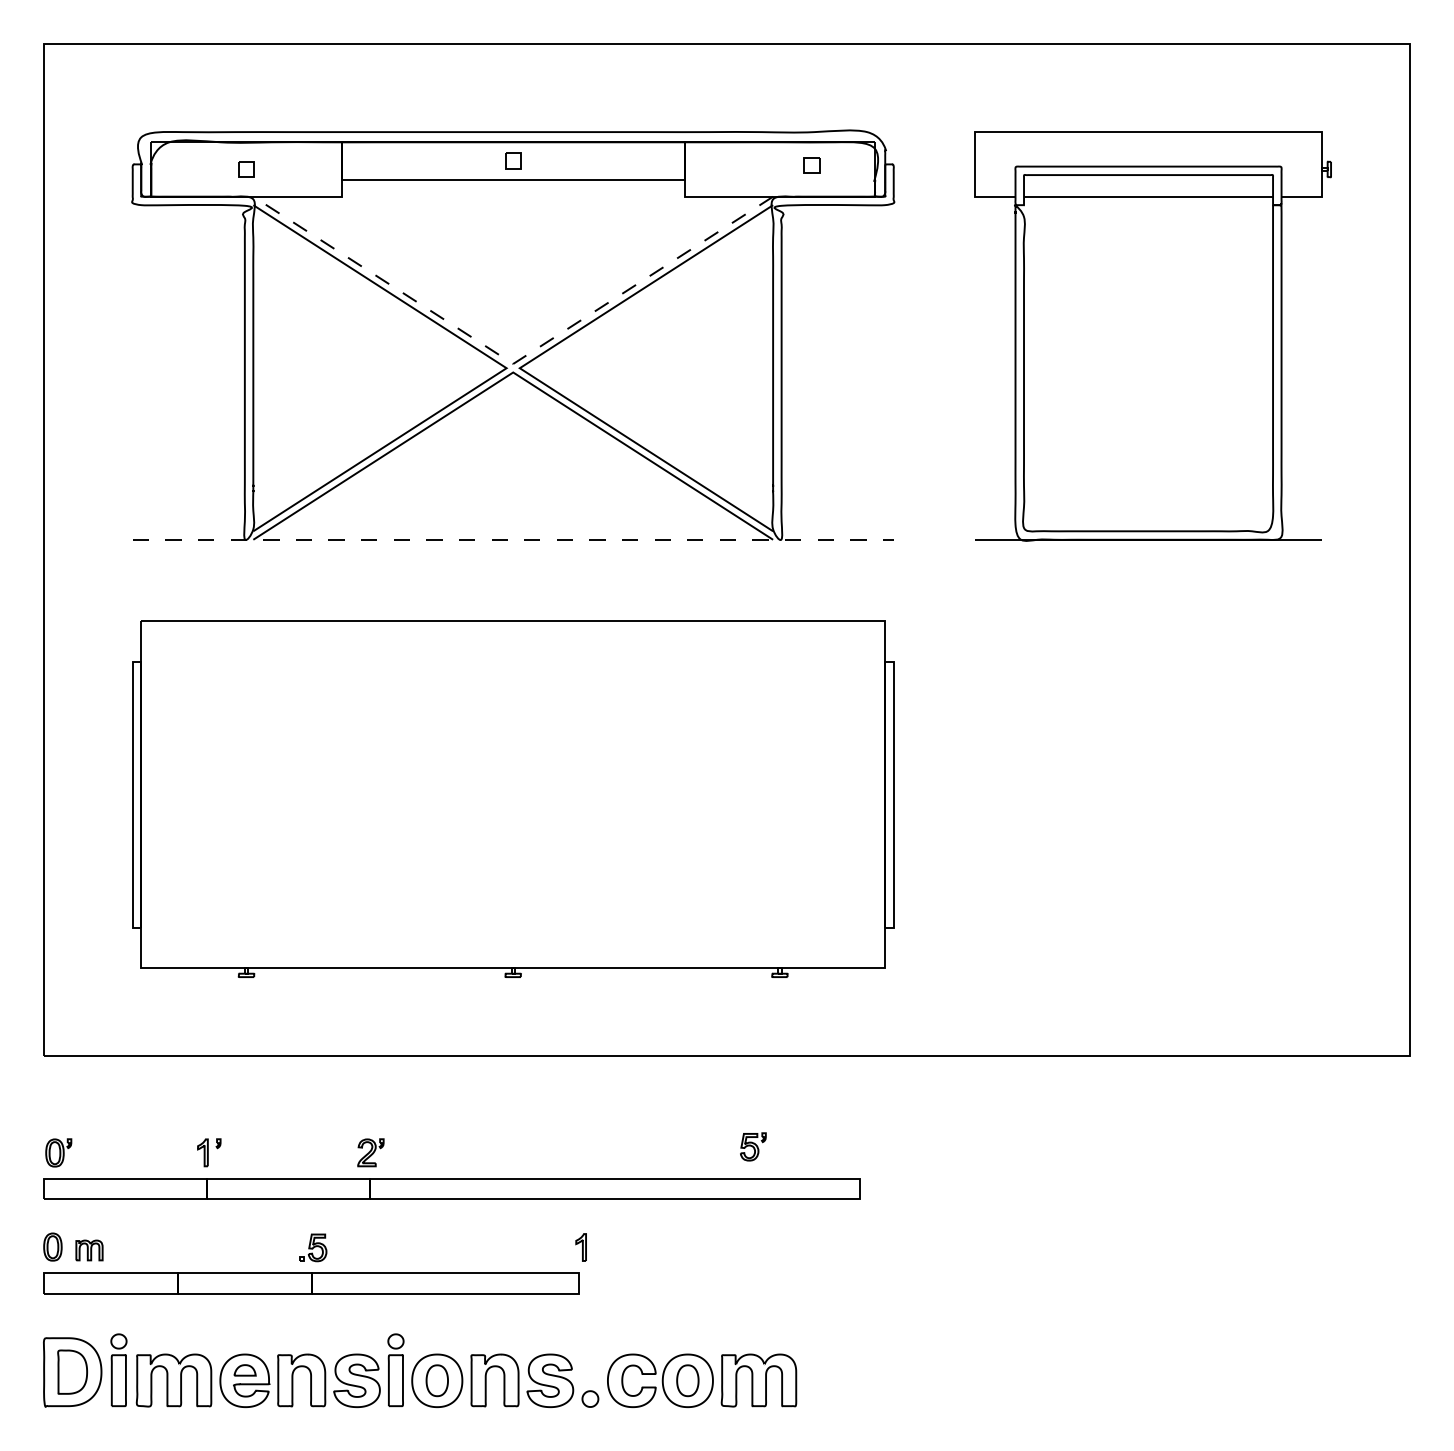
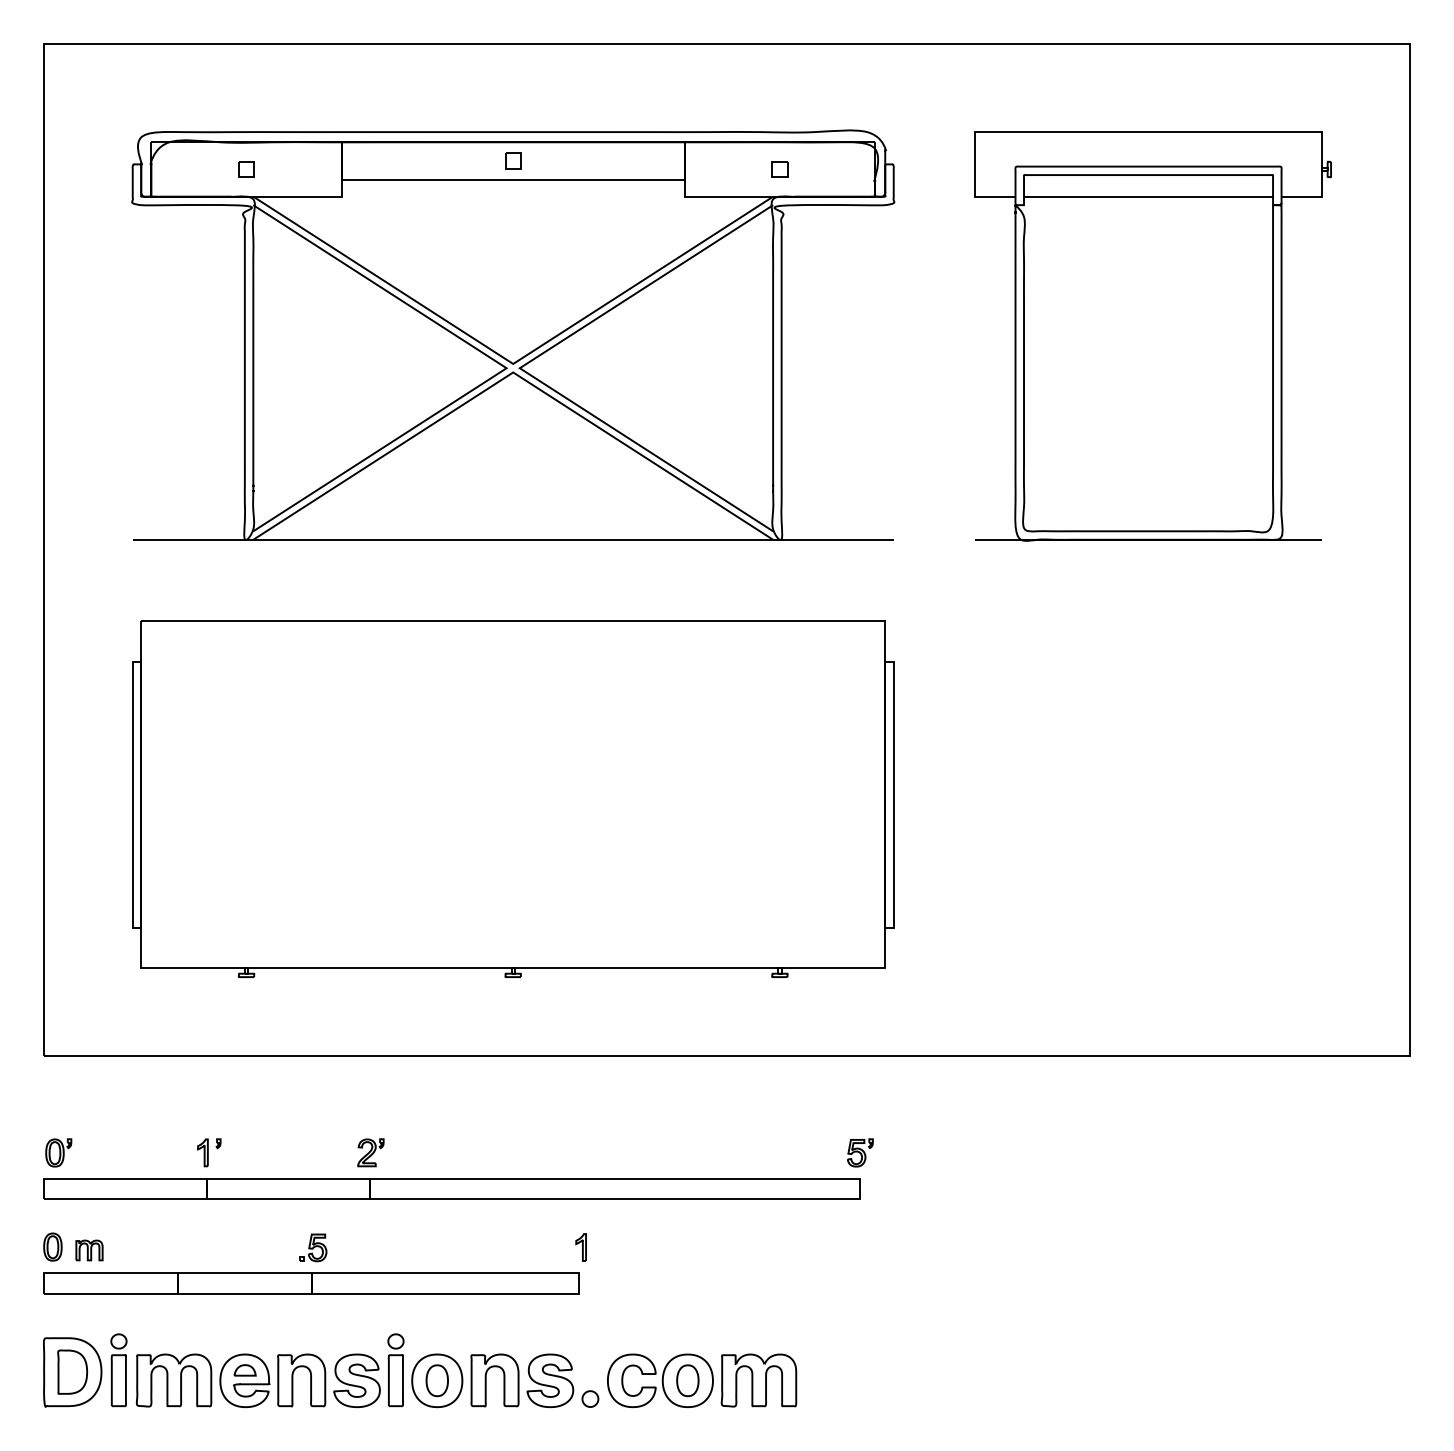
part at (811, 165) position: (811, 165) -> (779, 169)
line at (513, 363): dashed -> solid
line at (513, 539): dashed -> solid
part at (753, 1146) position: (753, 1146) -> (860, 1152)
